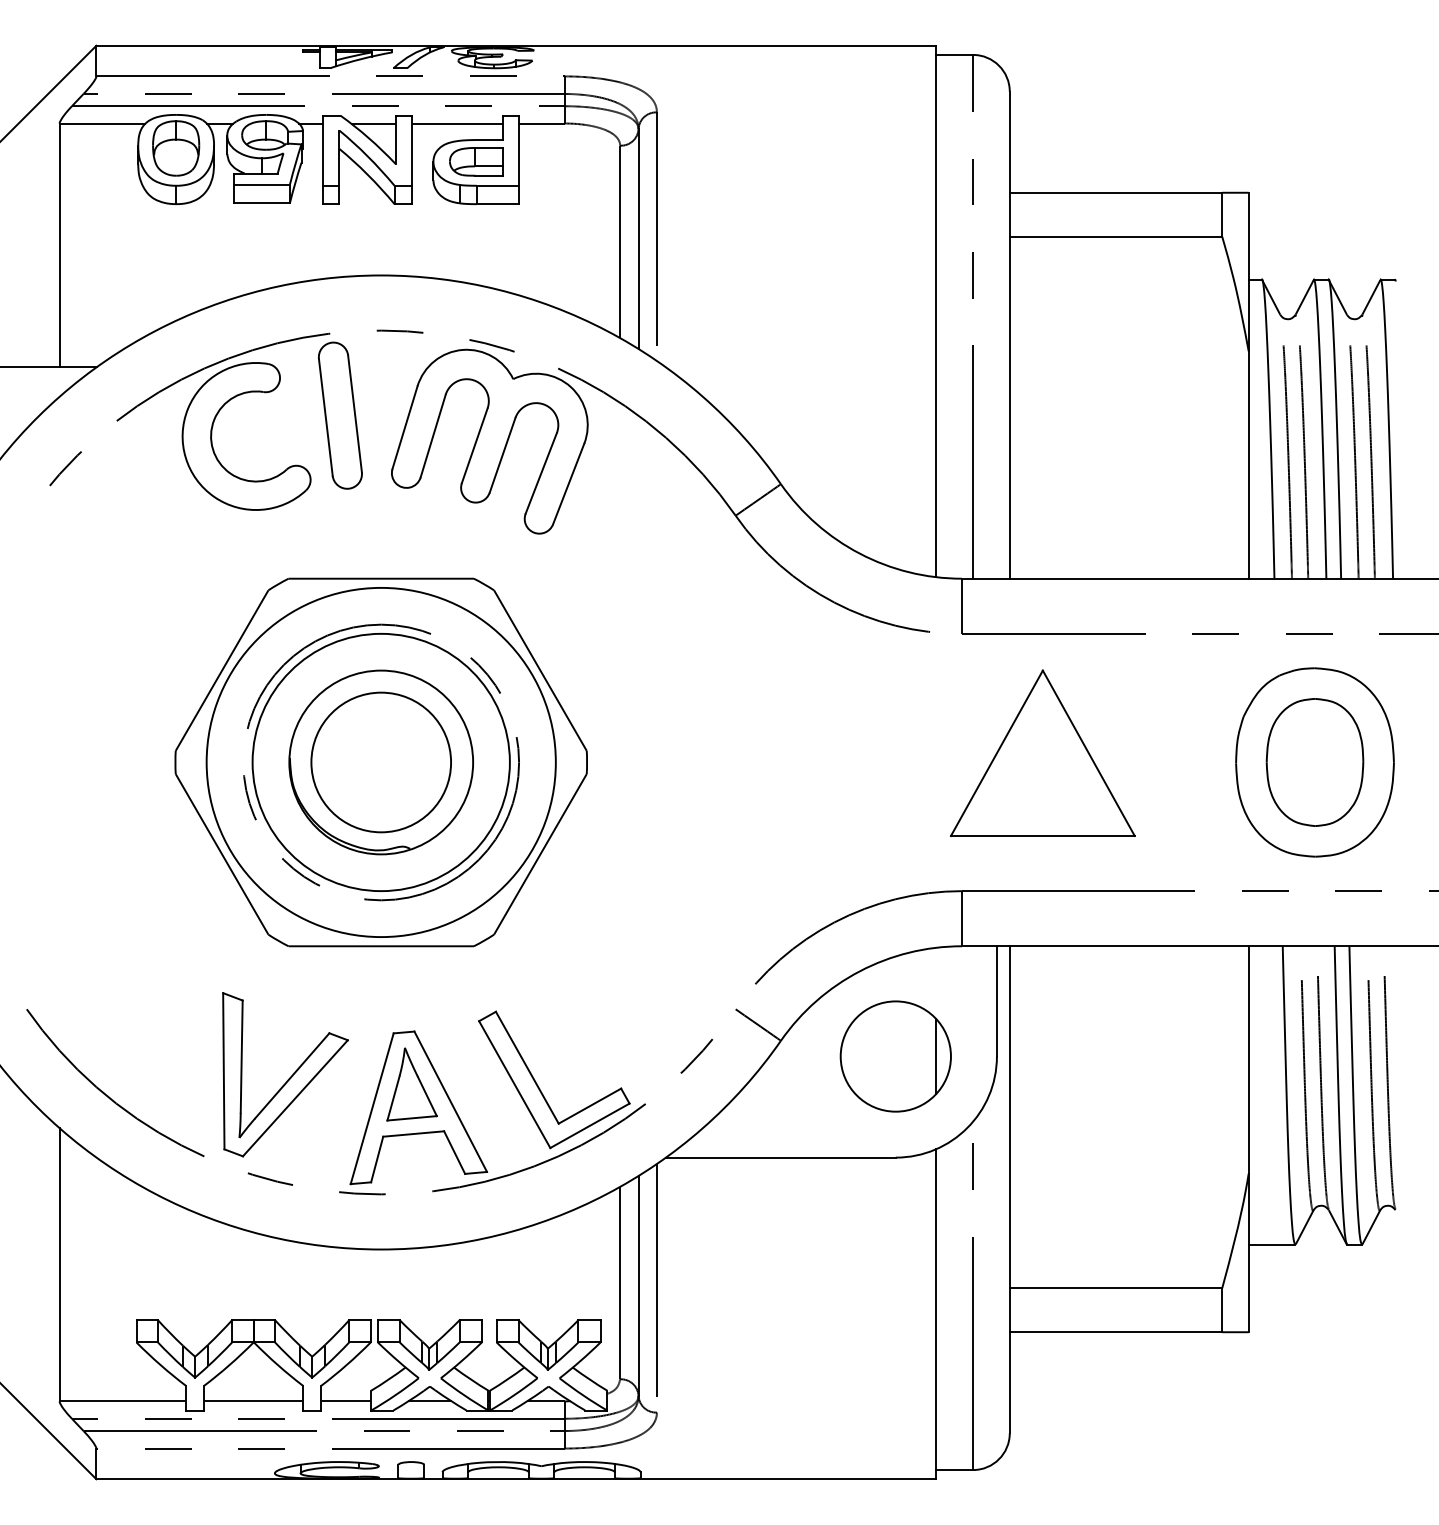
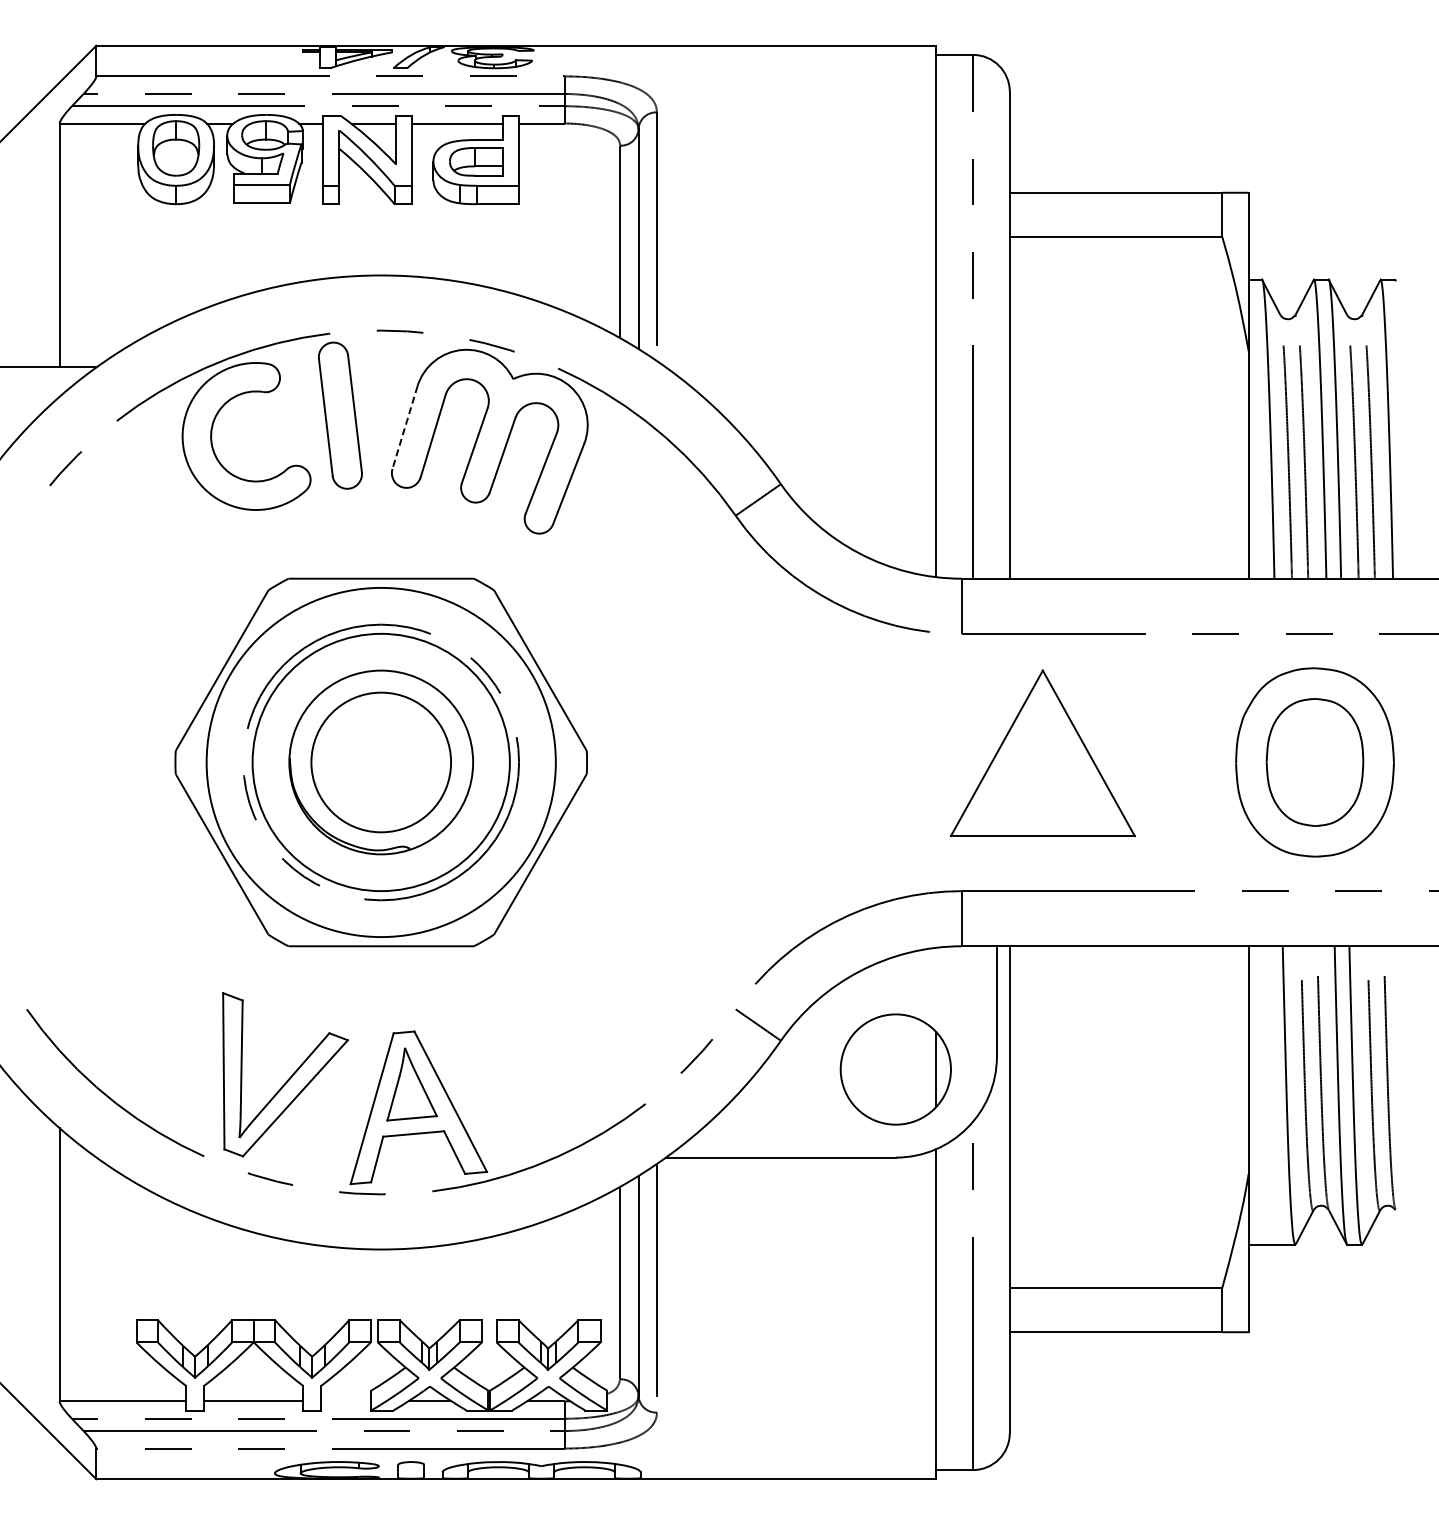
line at (404, 428): solid -> dashed
part at (895, 1056) position: (895, 1056) -> (895, 1069)
part at (540, 1088): present -> none
line at (346, 1401): present -> none
